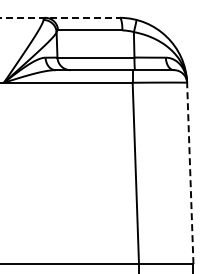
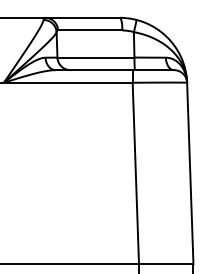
line at (60, 17): dashed -> solid
line at (190, 173): dashed -> solid
